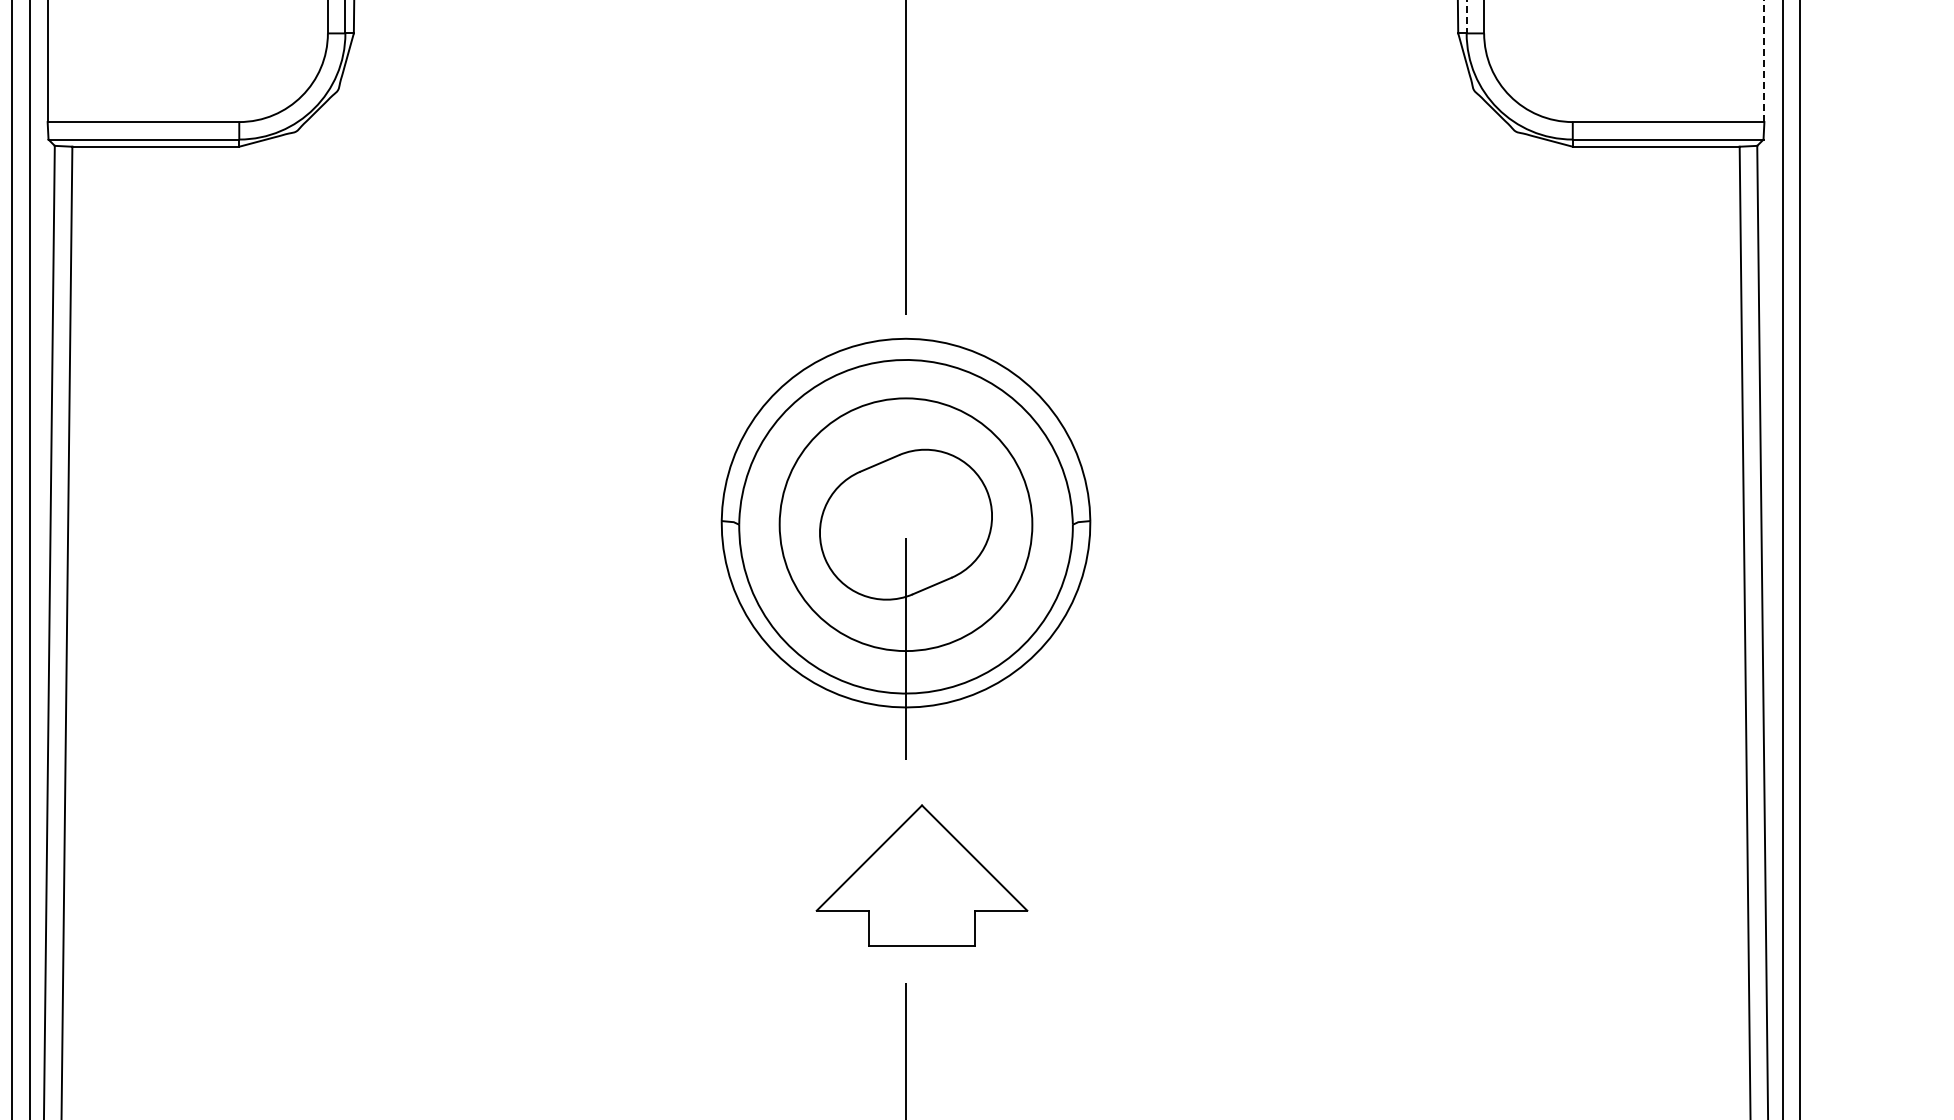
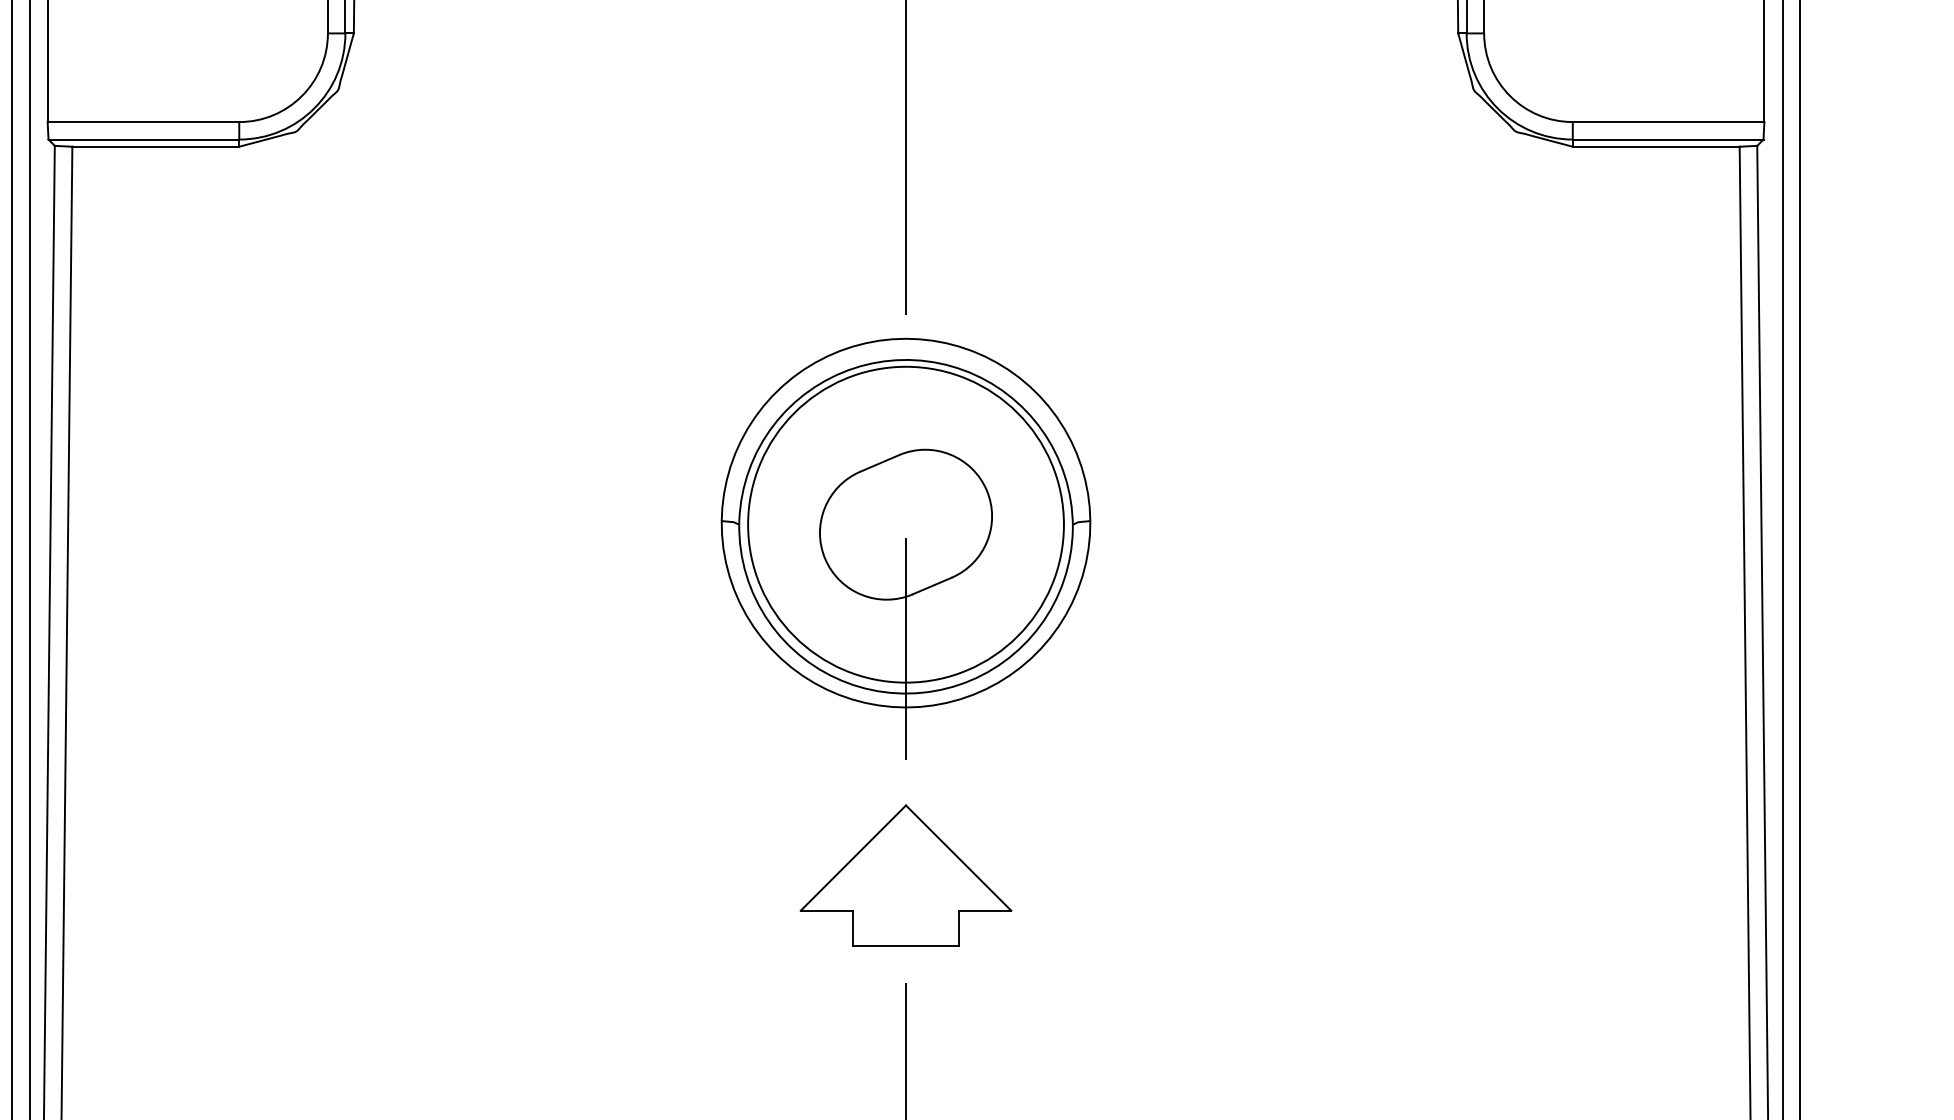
line at (1466, 17): dashed -> solid
line at (1764, 61): dashed -> solid
circle at (905, 524) diameter: 253 px -> 316 px
part at (921, 875) position: (921, 875) -> (905, 875)
